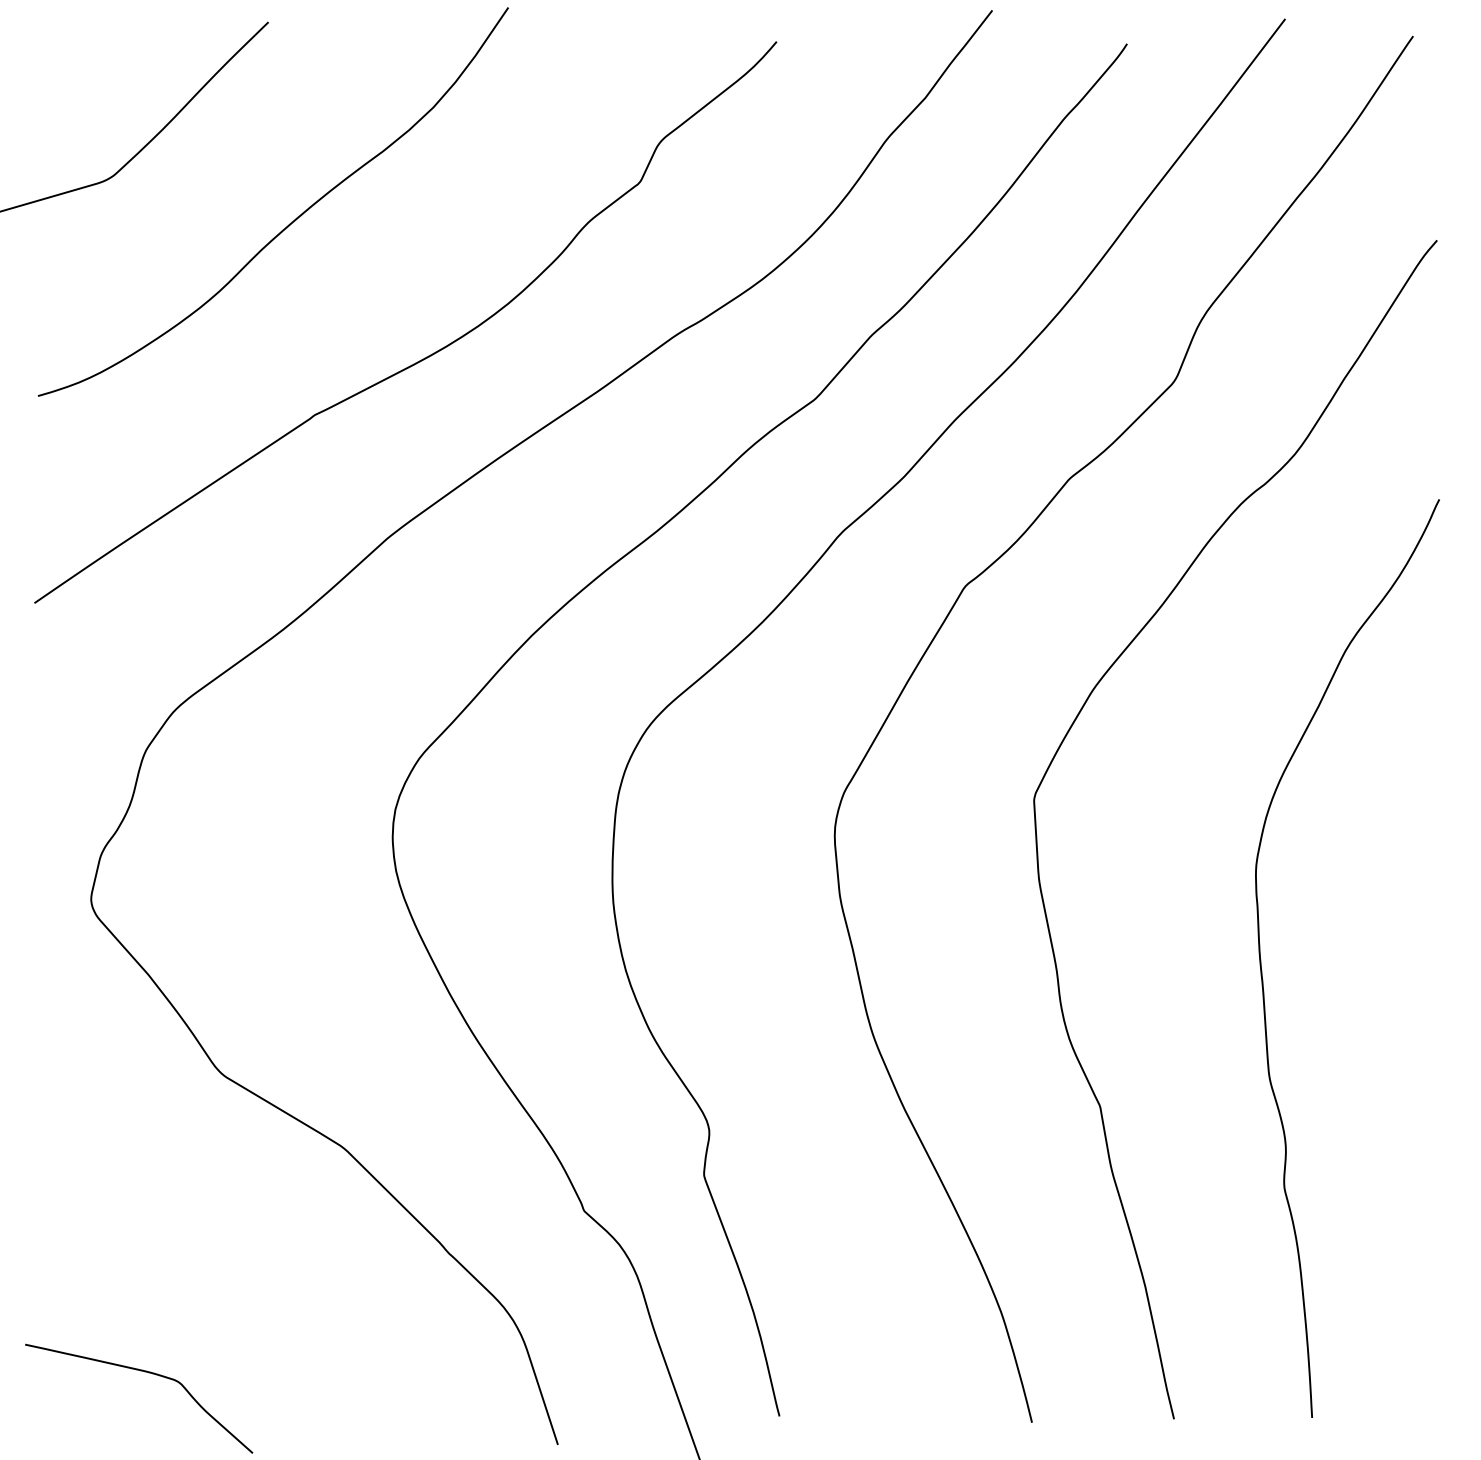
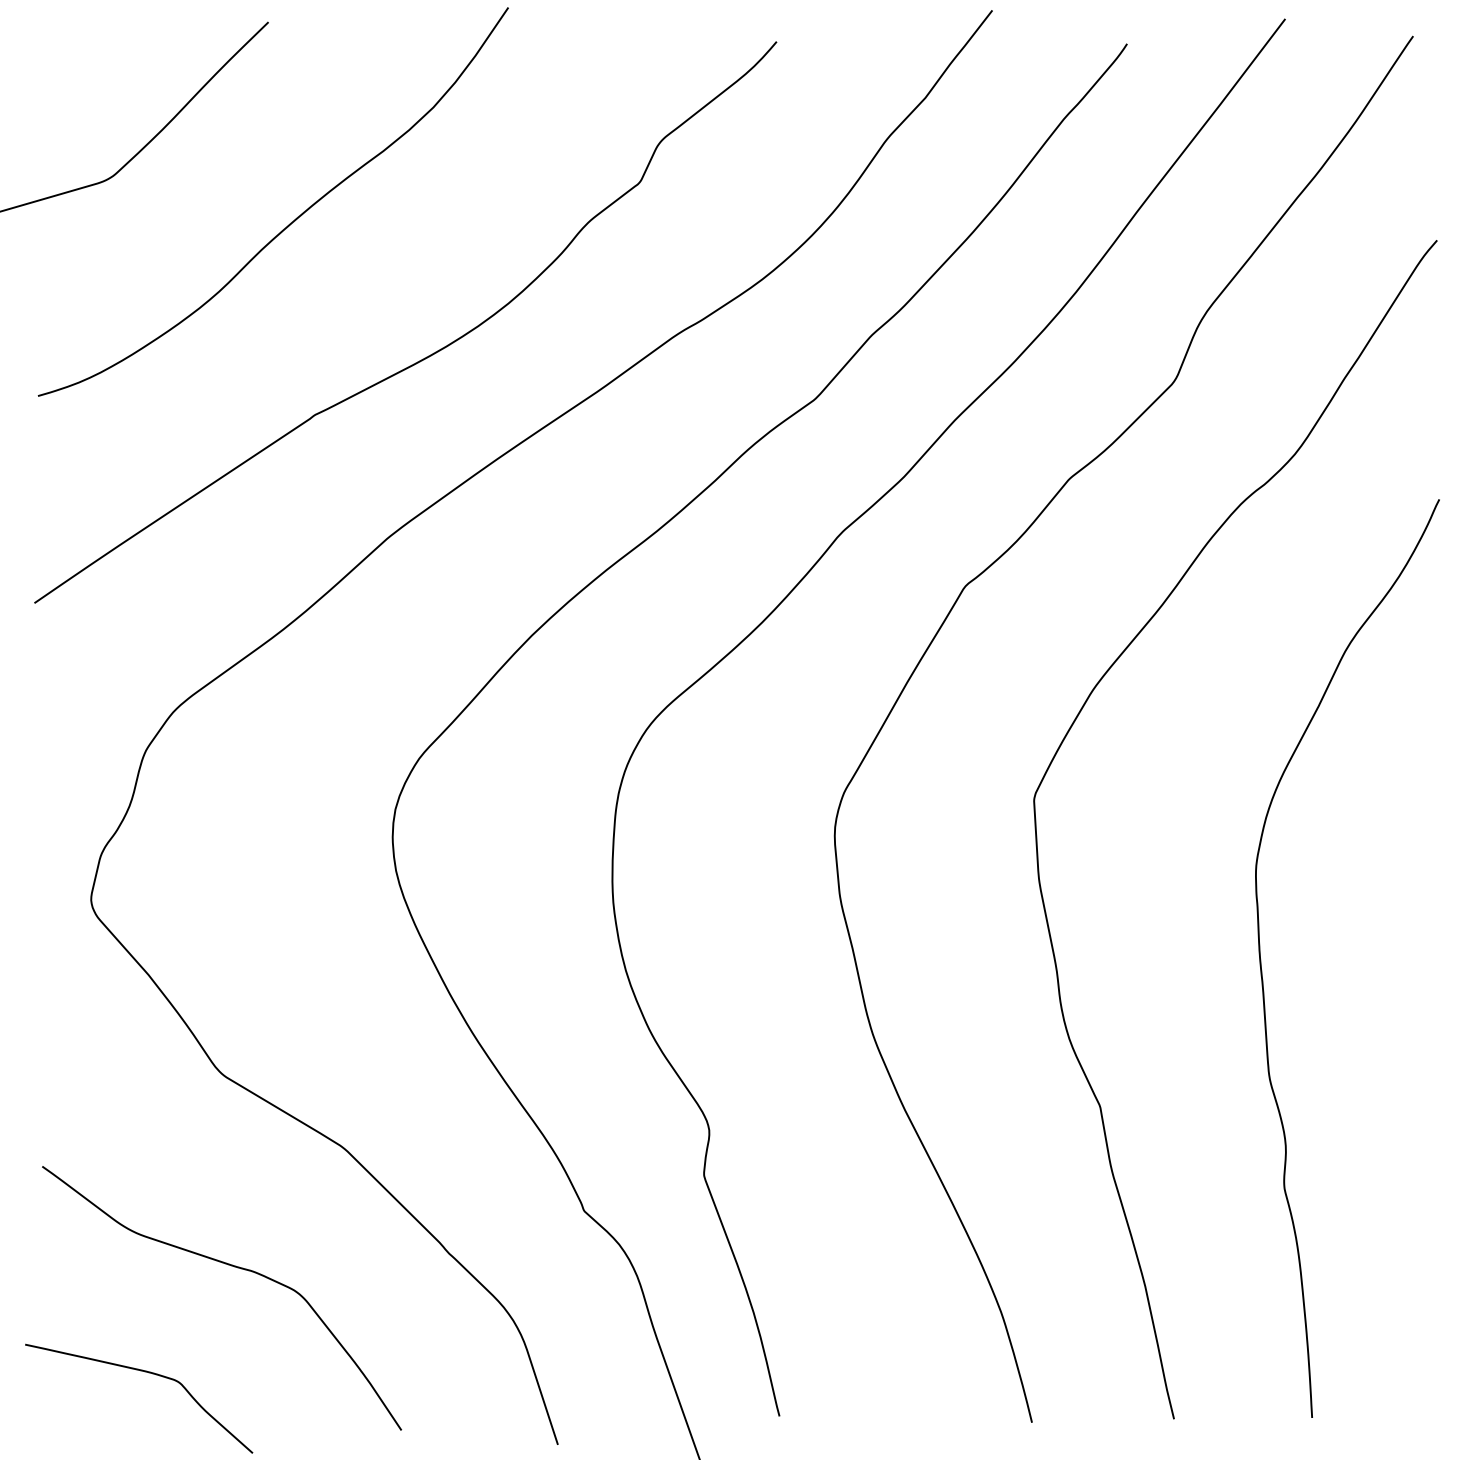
curve at (231, 1266): none -> present
